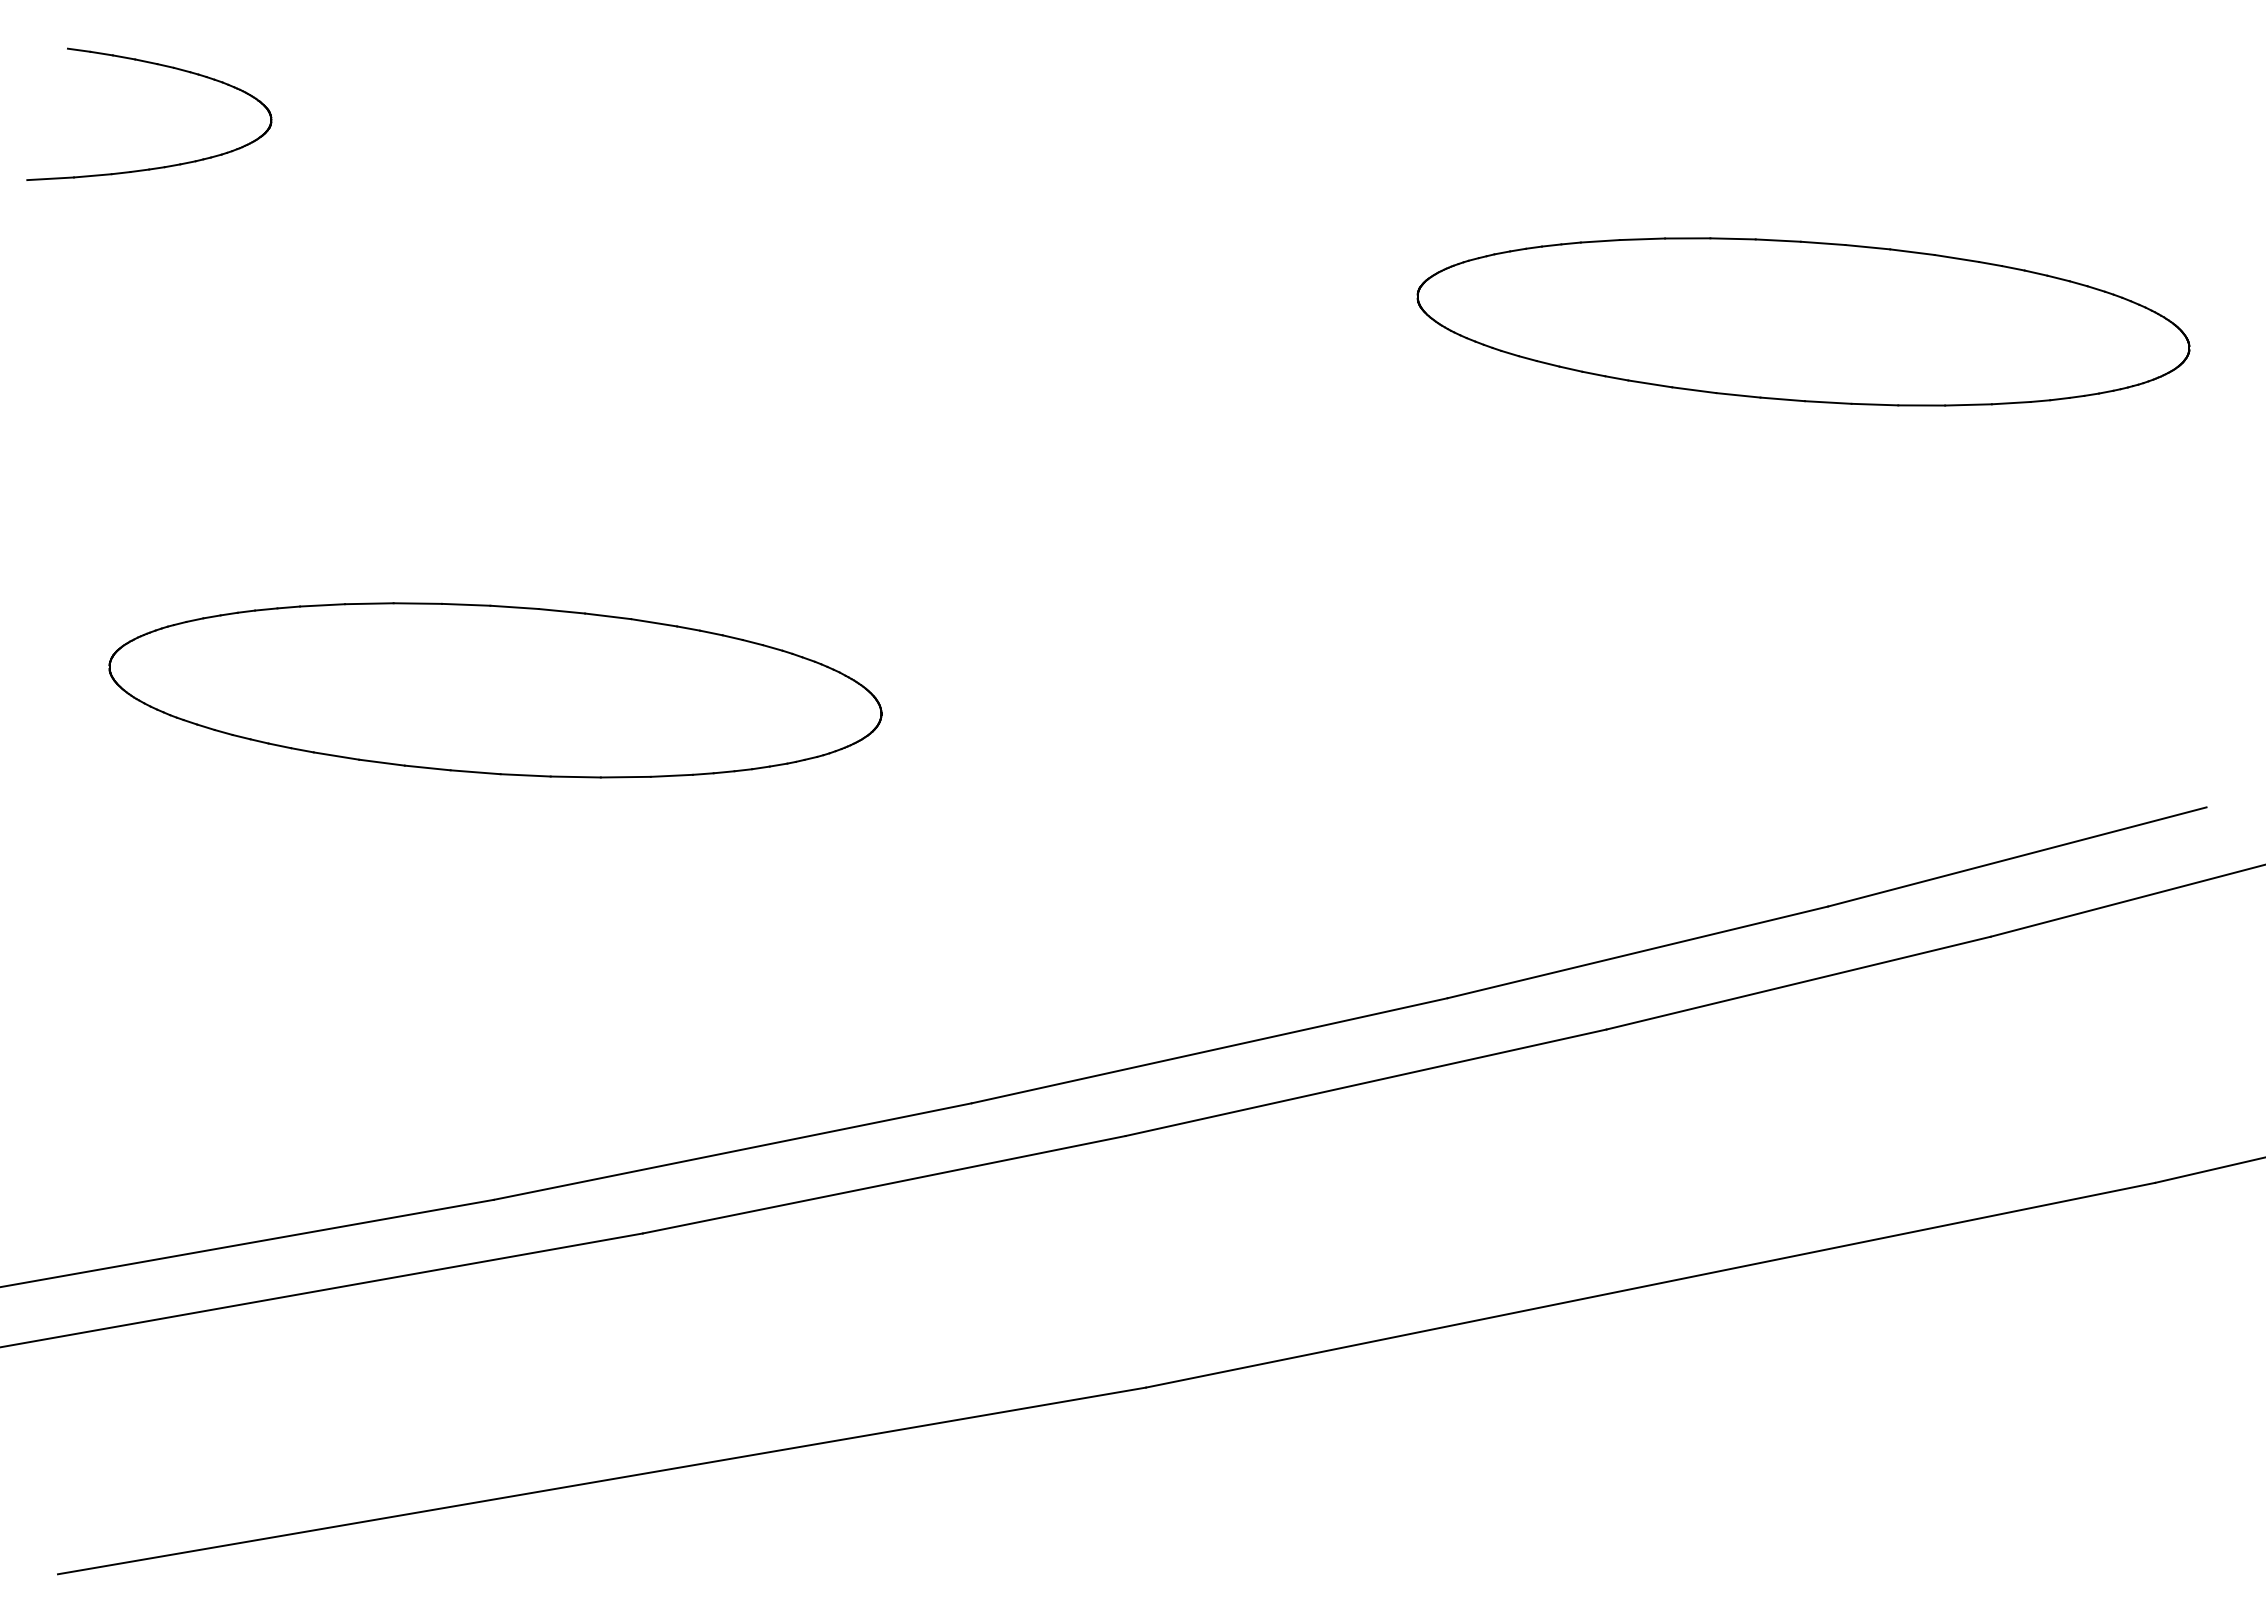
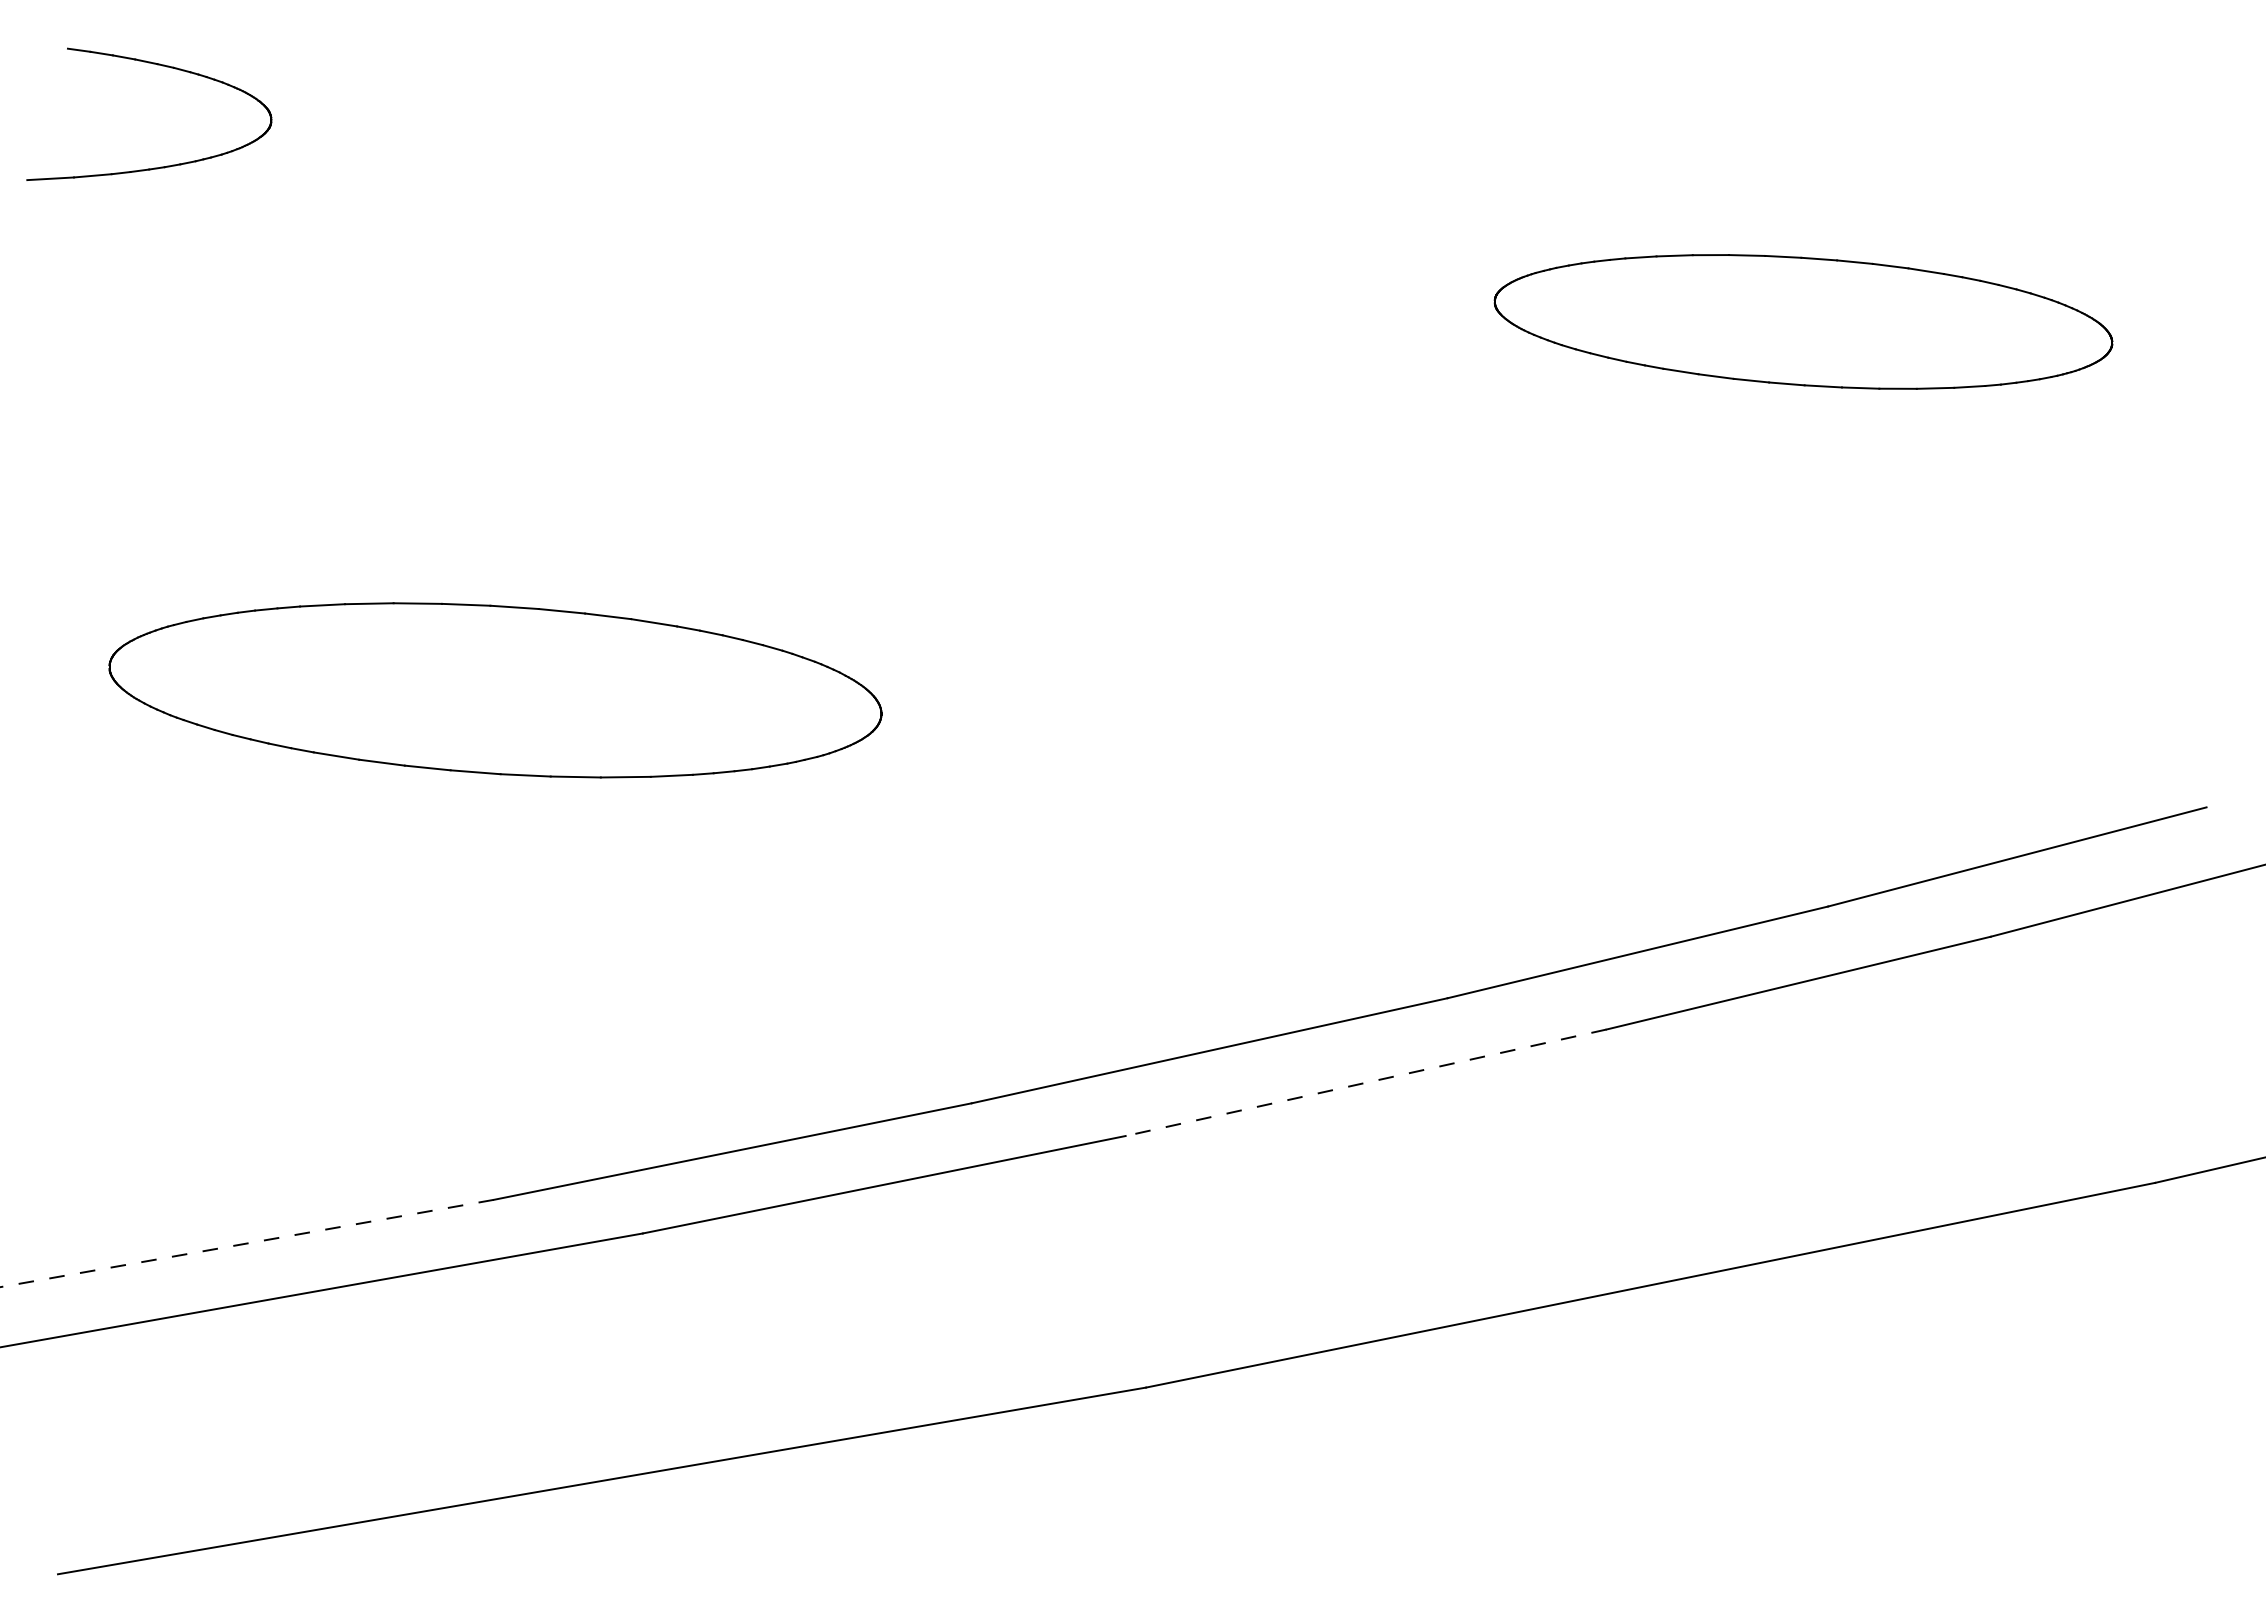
part at (1803, 321) size: 775x170 px -> 621x136 px
line at (1365, 1082): solid -> dashed
line at (246, 1243): solid -> dashed
